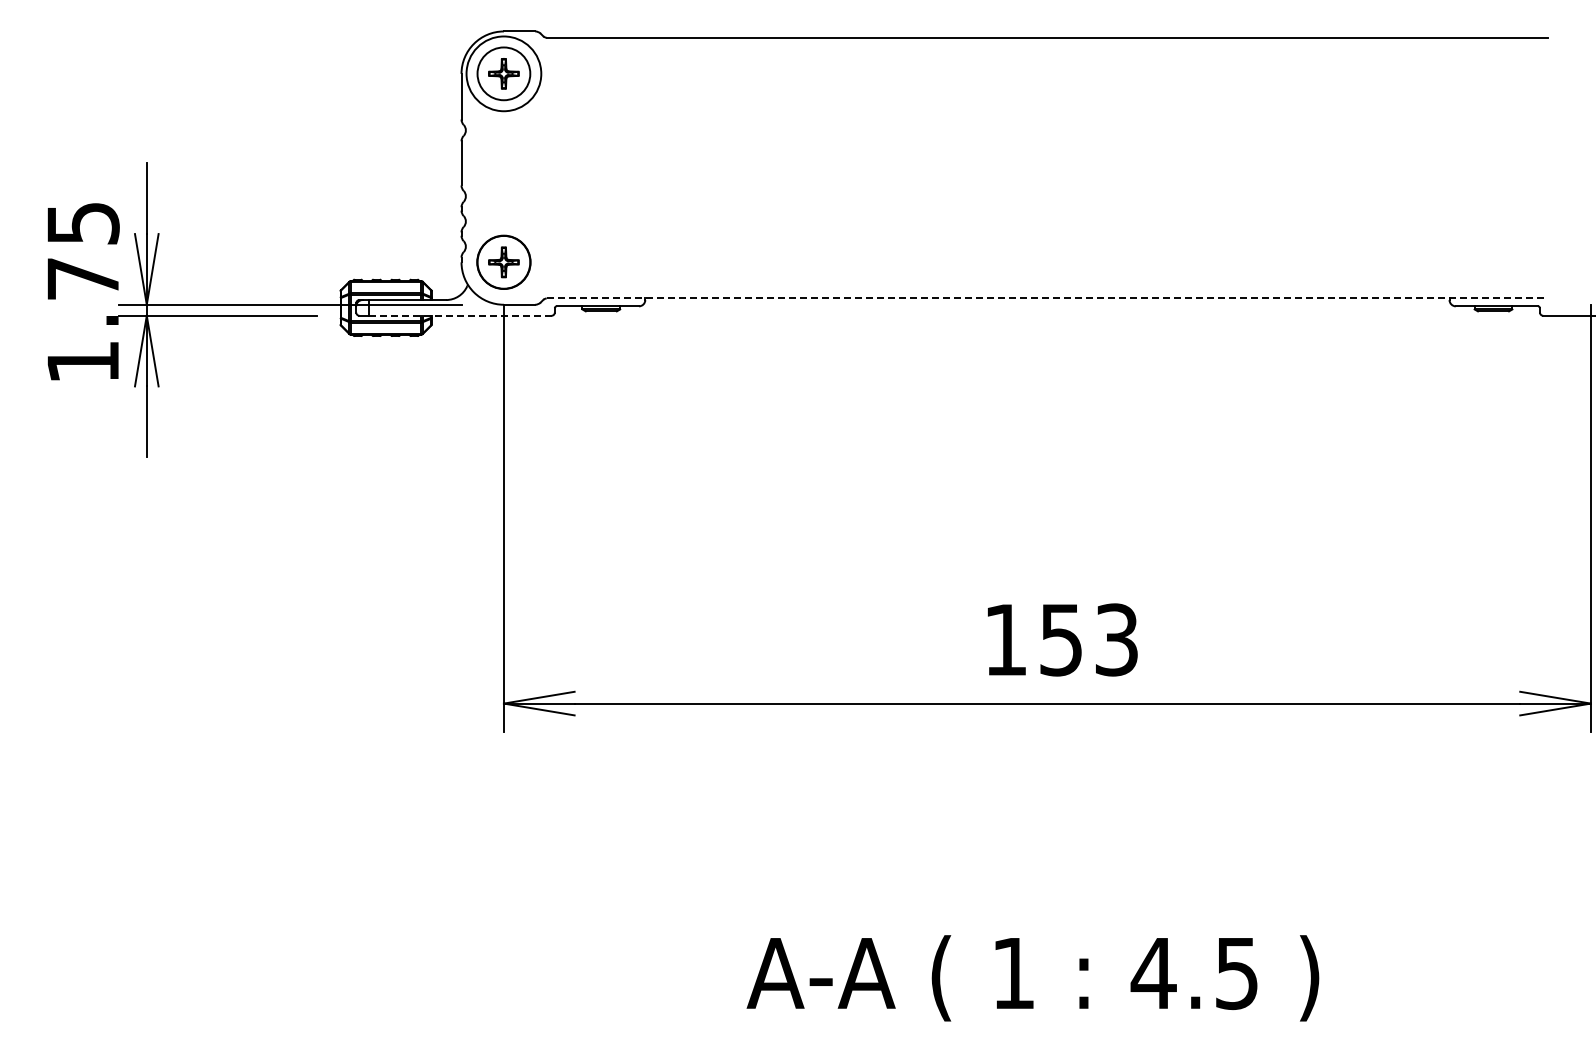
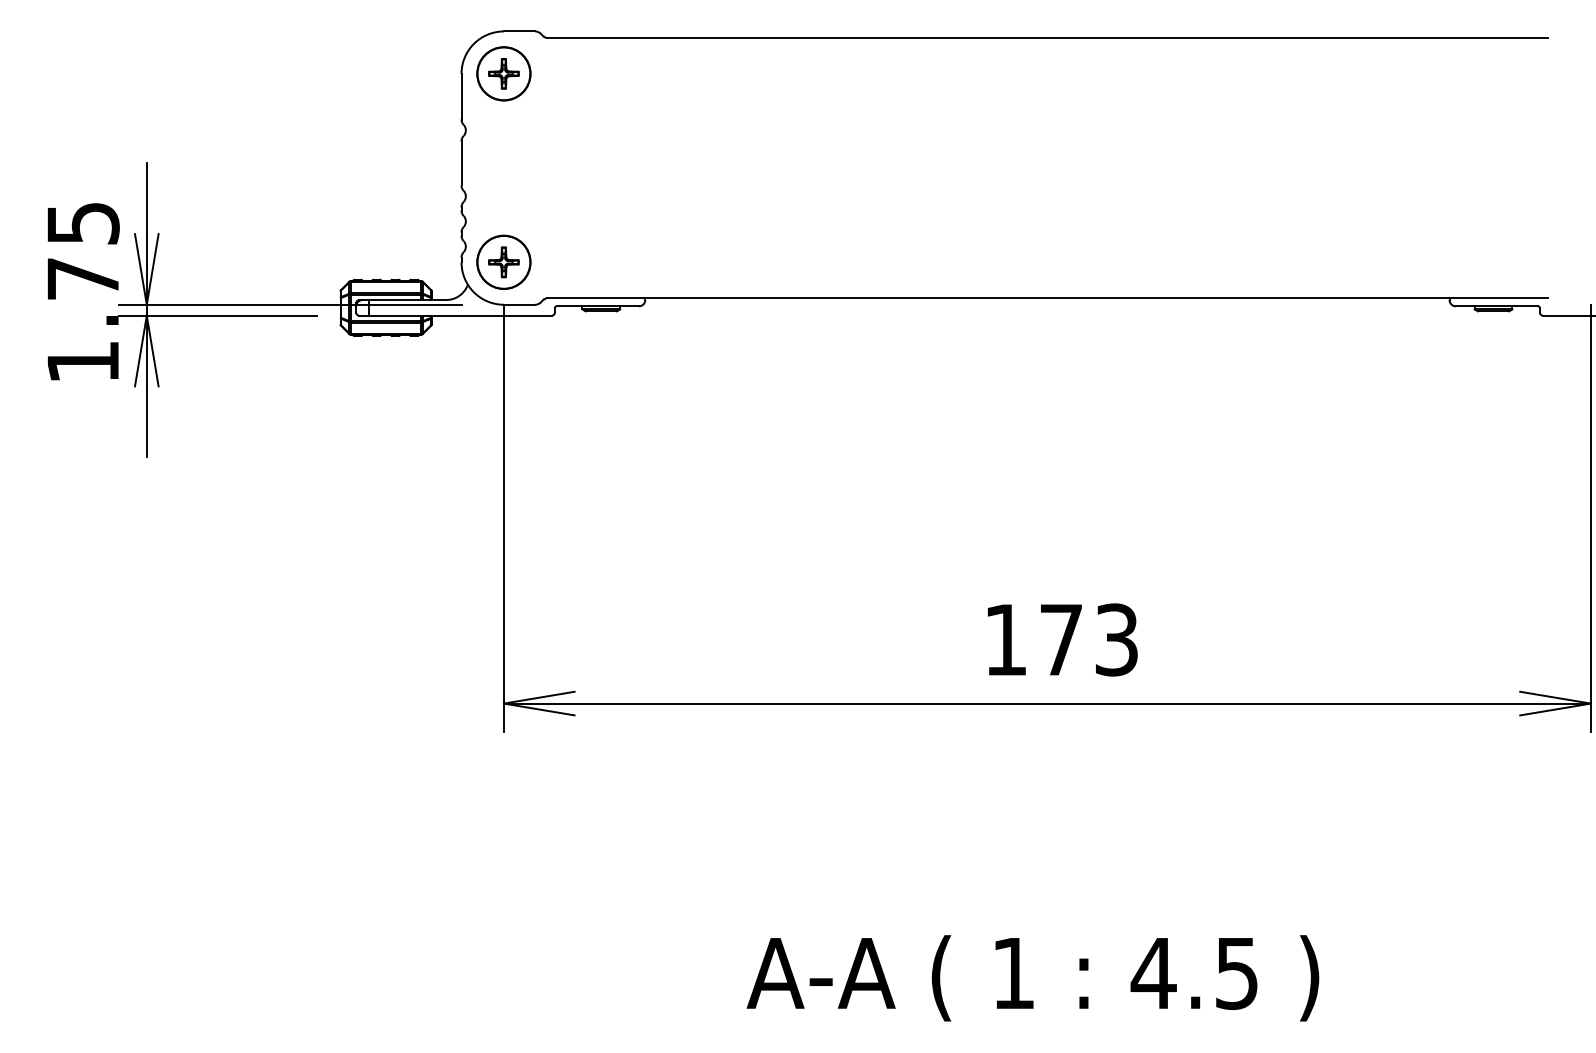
circle at (503, 73) diameter: 75 px -> 53 px
line at (1047, 298): dashed -> solid
line at (460, 315): dashed -> solid
text at (1060, 640): 153 -> 173
